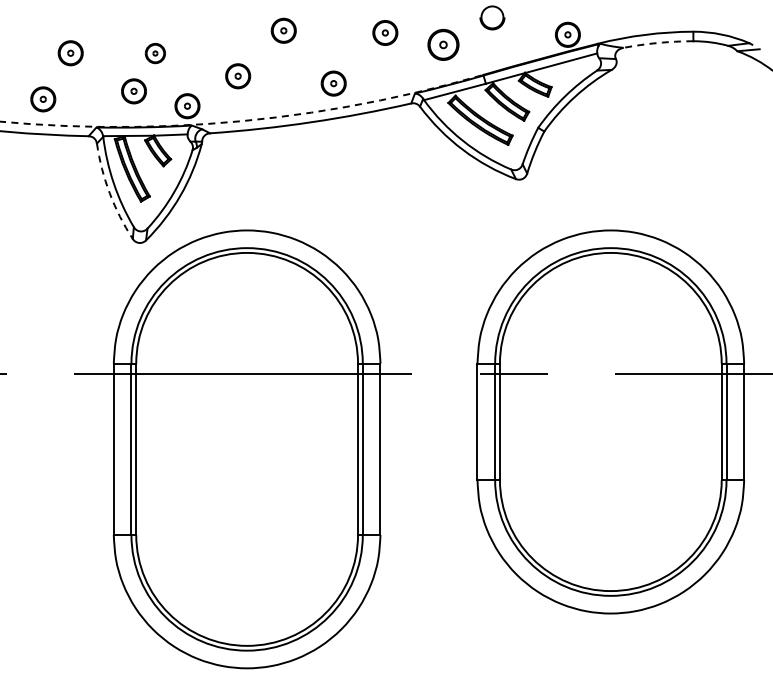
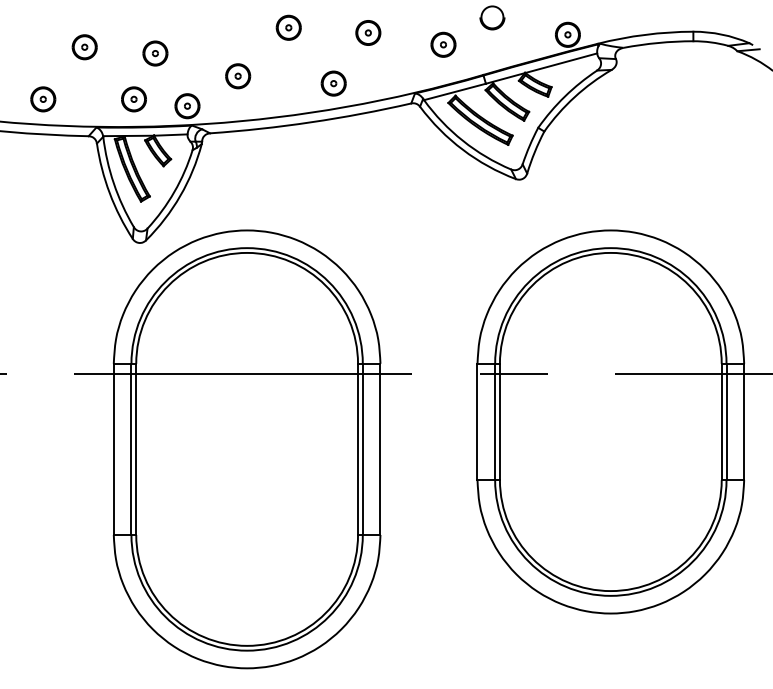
part at (283, 30) position: (283, 30) -> (288, 27)
part at (385, 32) position: (385, 32) -> (368, 32)
arc at (658, 42): dashed -> solid
part at (443, 44) size: 33x33 px -> 27x27 px
part at (70, 53) position: (70, 53) -> (84, 47)
part at (154, 53) size: 22x22 px -> 27x27 px
part at (133, 91) position: (133, 91) -> (133, 99)
arc at (243, 120): dashed -> solid
arc at (109, 193): dashed -> solid
